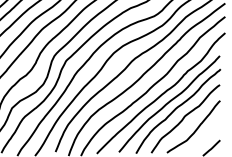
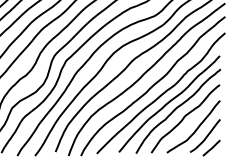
curve at (205, 136): none -> present
